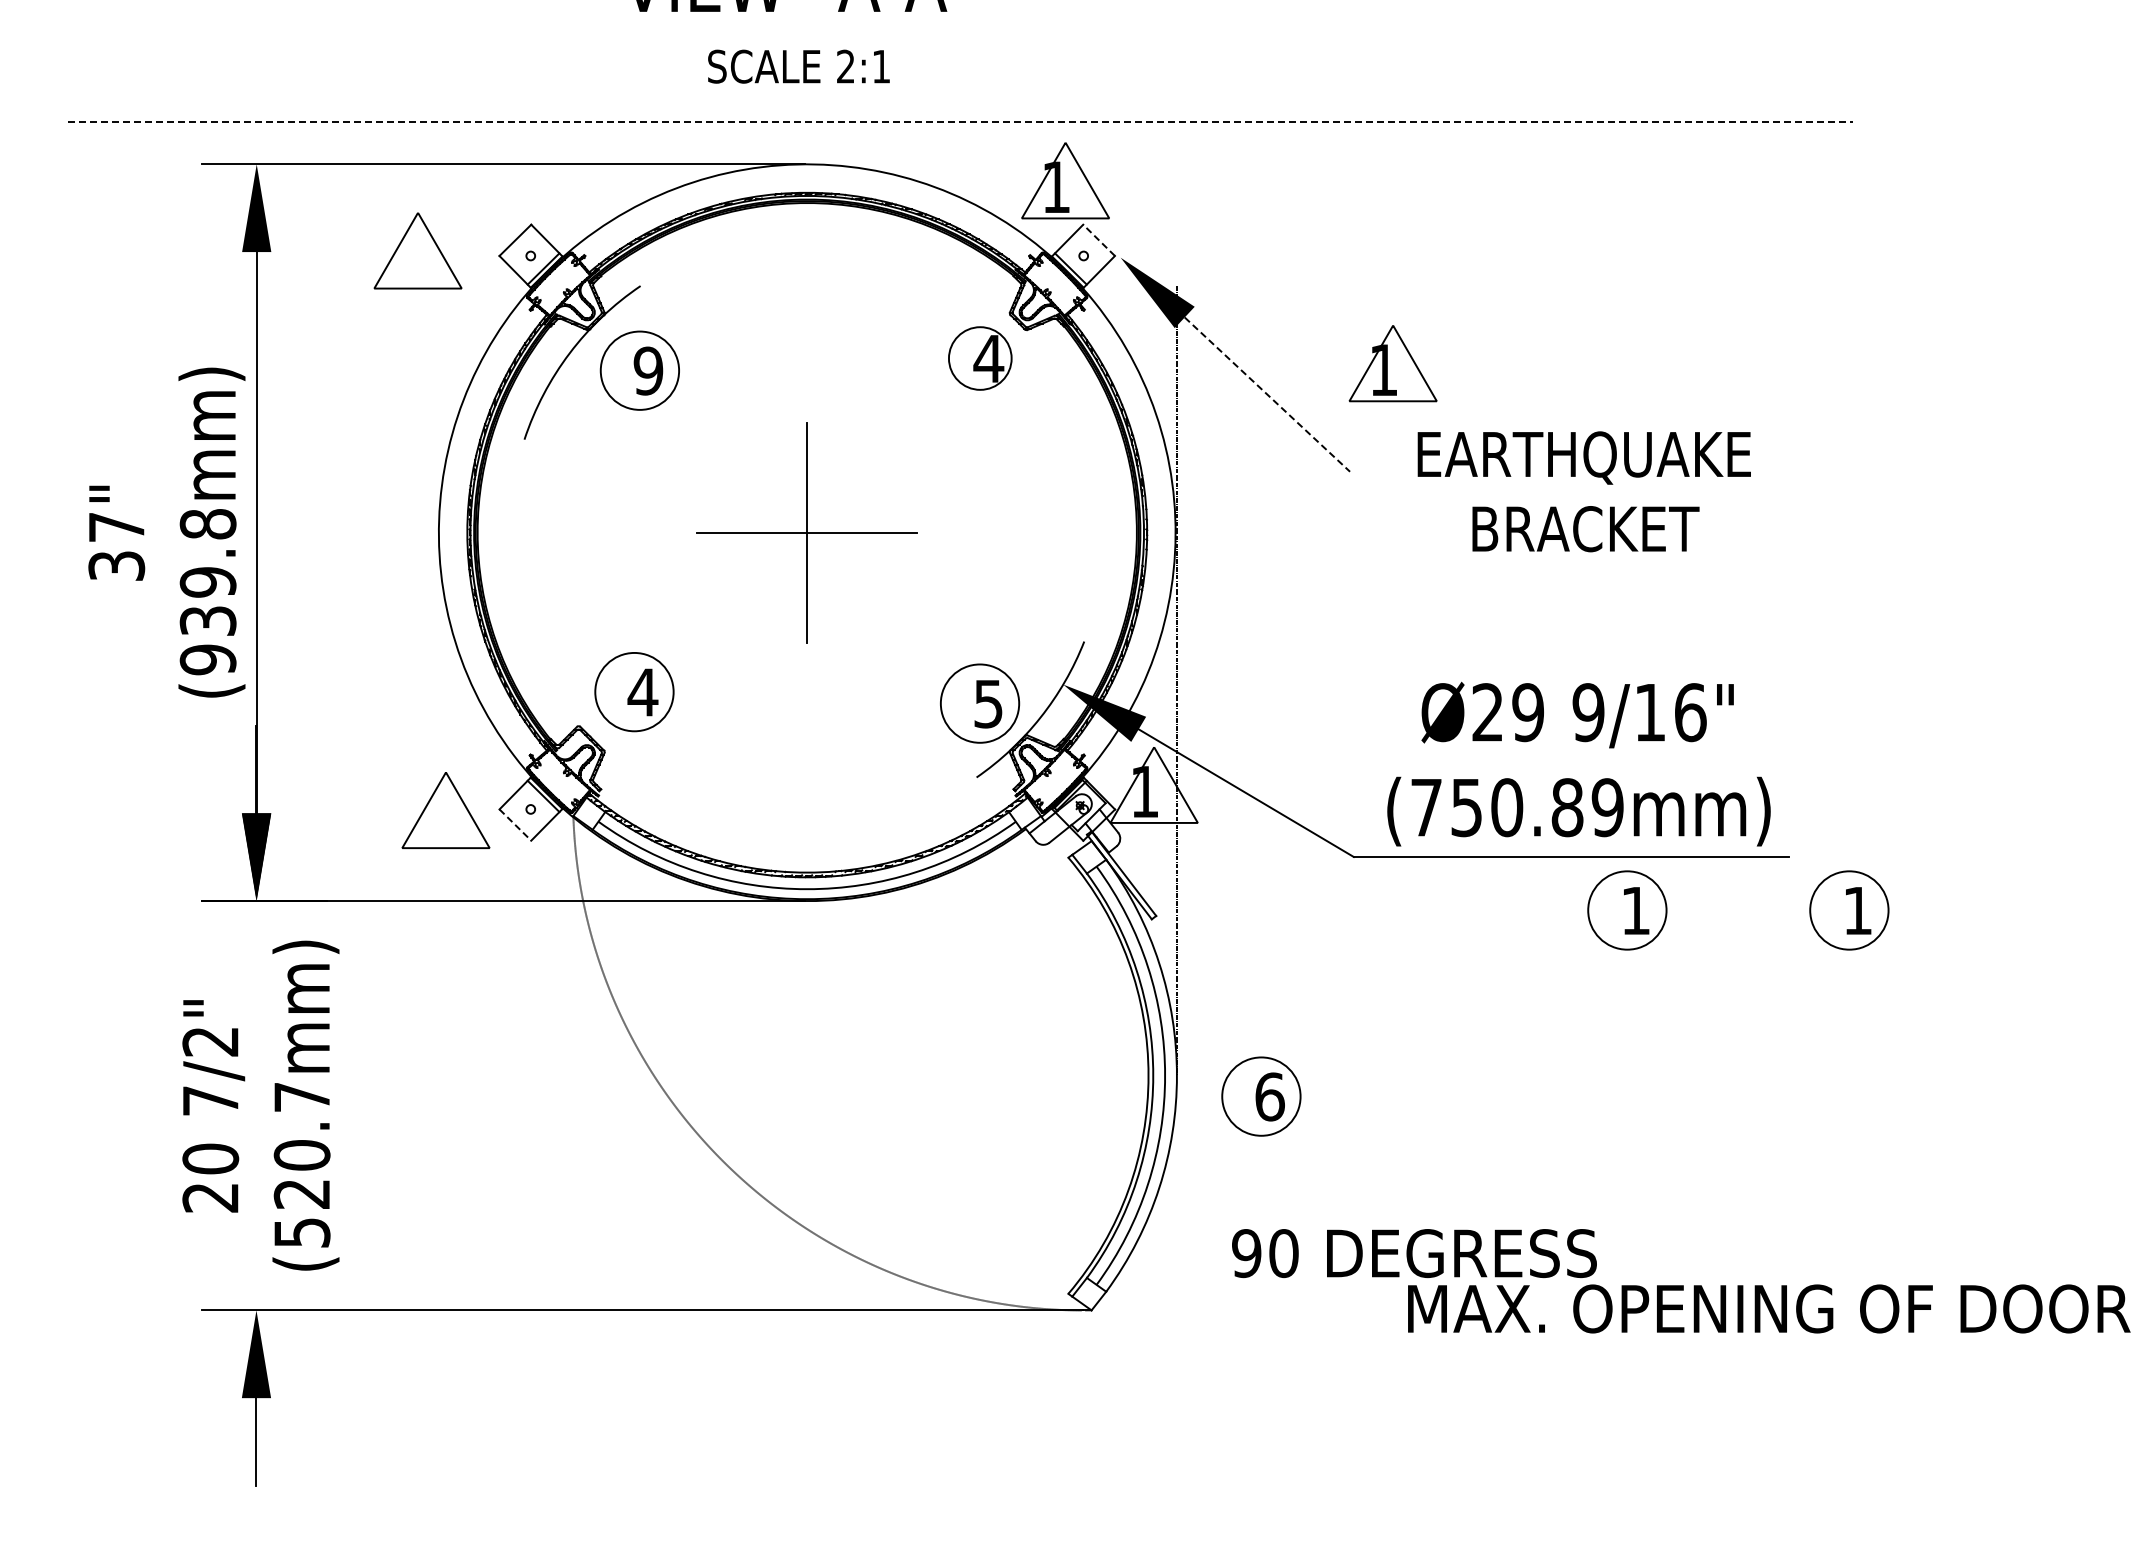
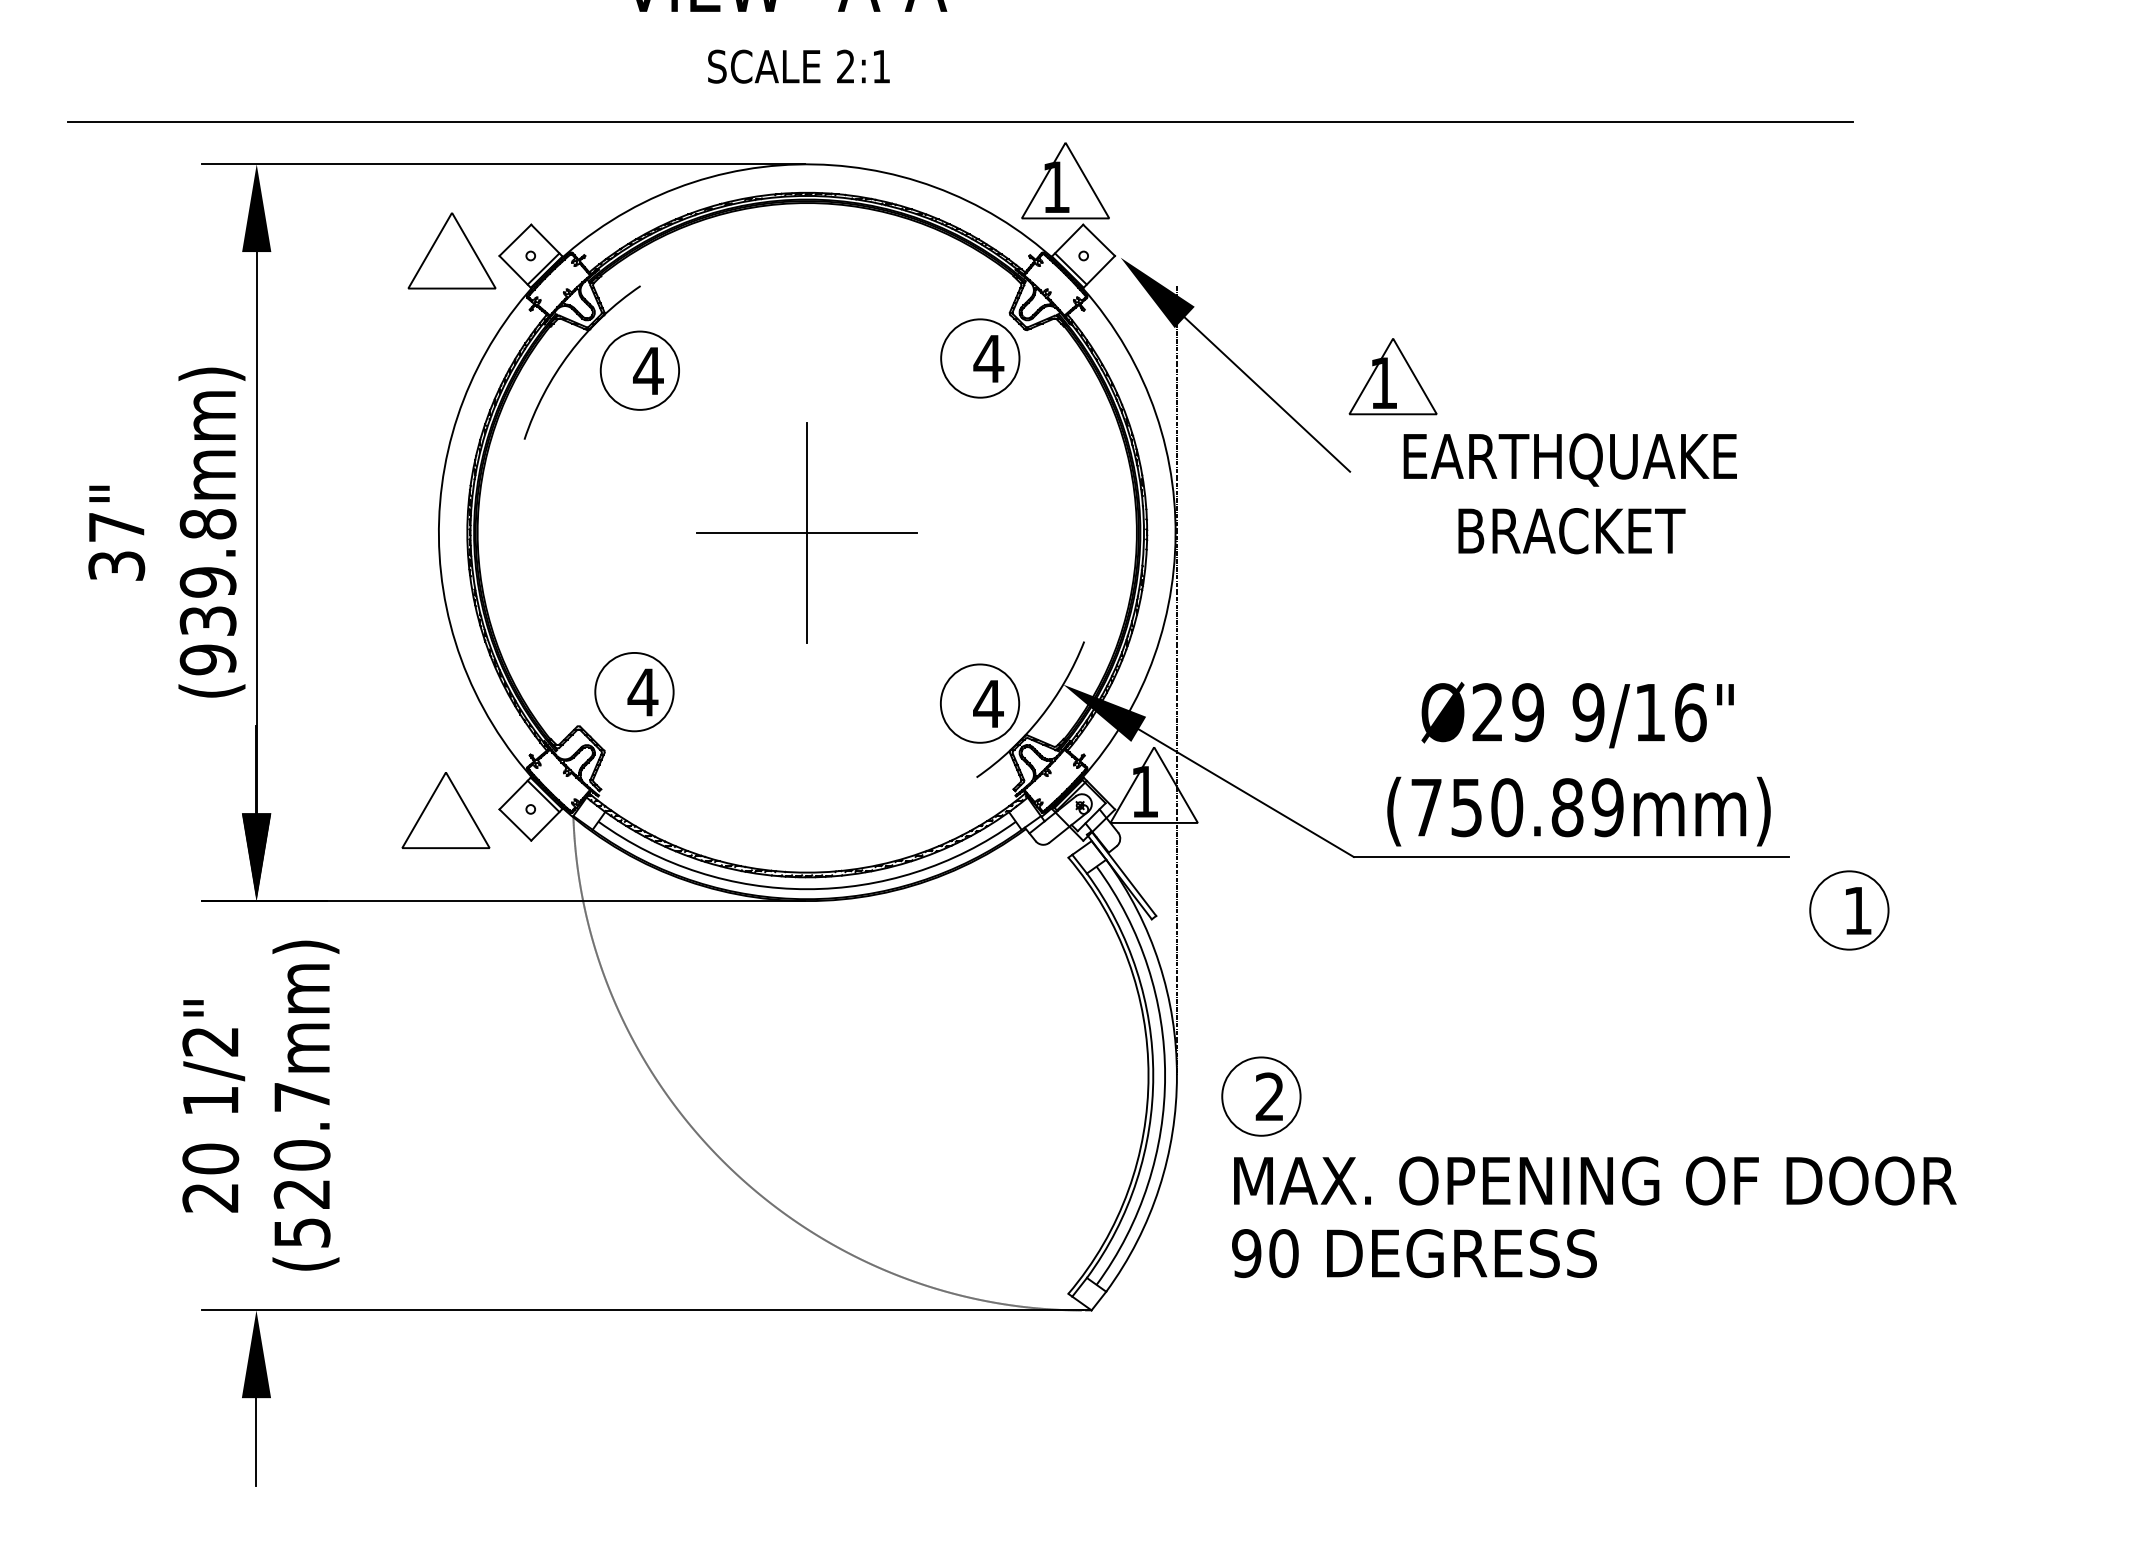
line at (961, 122): dashed -> solid
line at (1098, 240): dashed -> solid
part at (417, 250) position: (417, 250) -> (451, 250)
circle at (979, 358) diameter: 63 px -> 78 px
part at (1392, 363) position: (1392, 363) -> (1392, 376)
text at (648, 370): 9 -> 4
line at (1267, 394): dashed -> solid
text at (1583, 491) position: (1583, 491) -> (1569, 493)
text at (988, 704): 5 -> 4
line at (515, 825): dashed -> solid
part at (1627, 910): present -> none
text at (1269, 1096): 6 -> 2
text at (210, 1100): 7/2" -> 1/2"
text at (1769, 1308) position: (1769, 1308) -> (1595, 1180)
